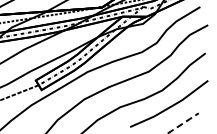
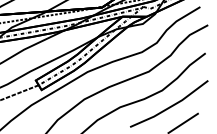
line at (183, 123): dashed -> solid
